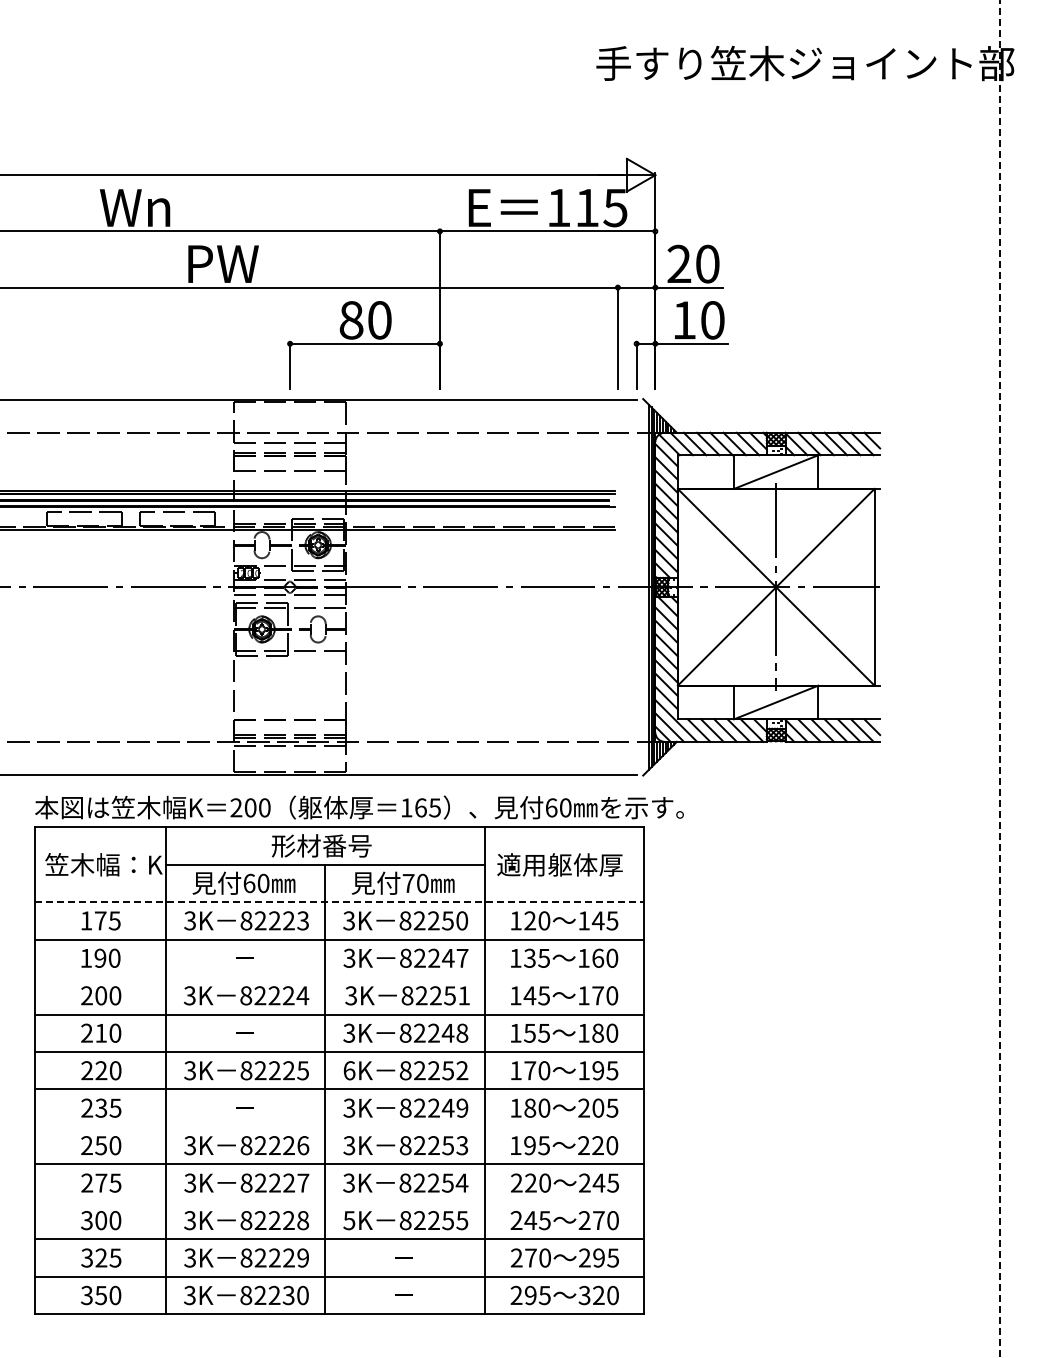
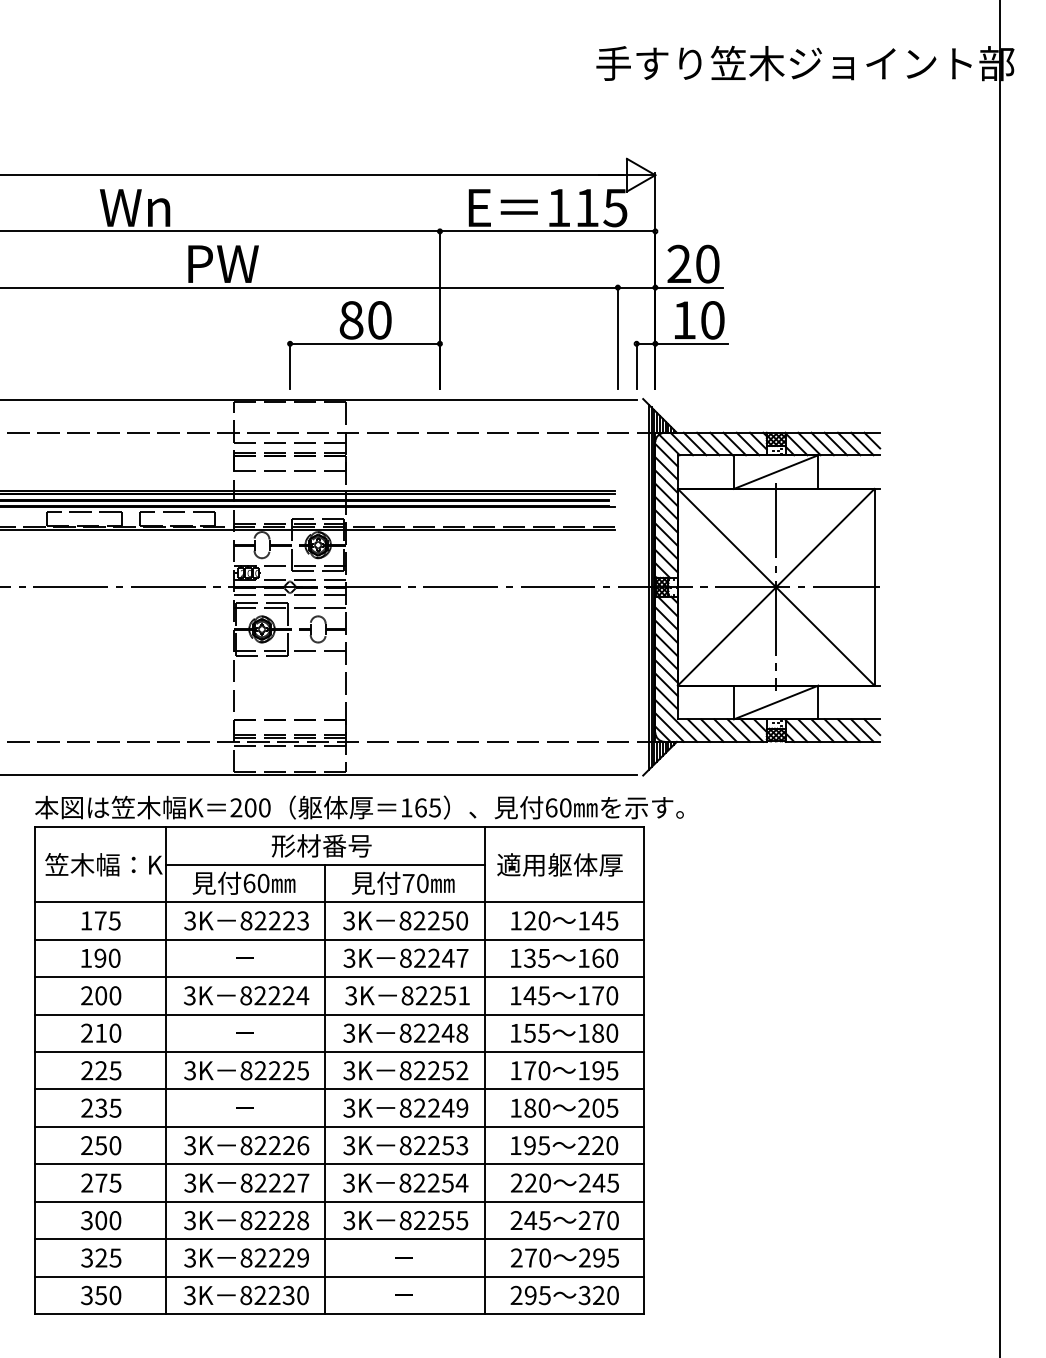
line at (999, 678): dashed -> solid
line at (339, 902): dashed -> solid
line at (339, 977): none -> present
text at (115, 1070): 220 -> 225
text at (349, 1070): 6K -> 3K
line at (339, 1126): none -> present
line at (339, 1201): none -> present
text at (349, 1220): 5K -> 3K
